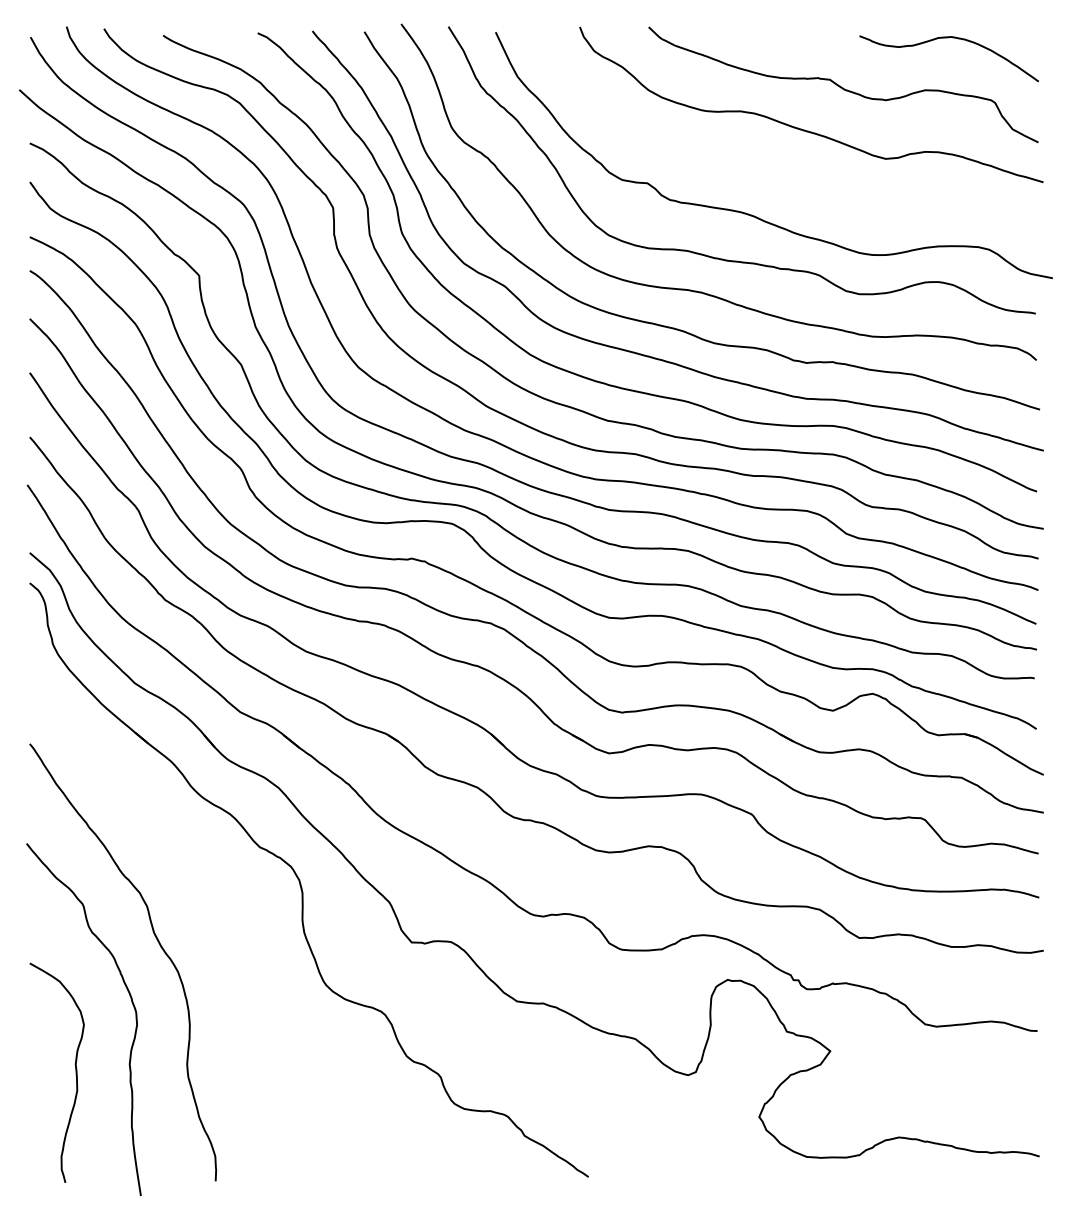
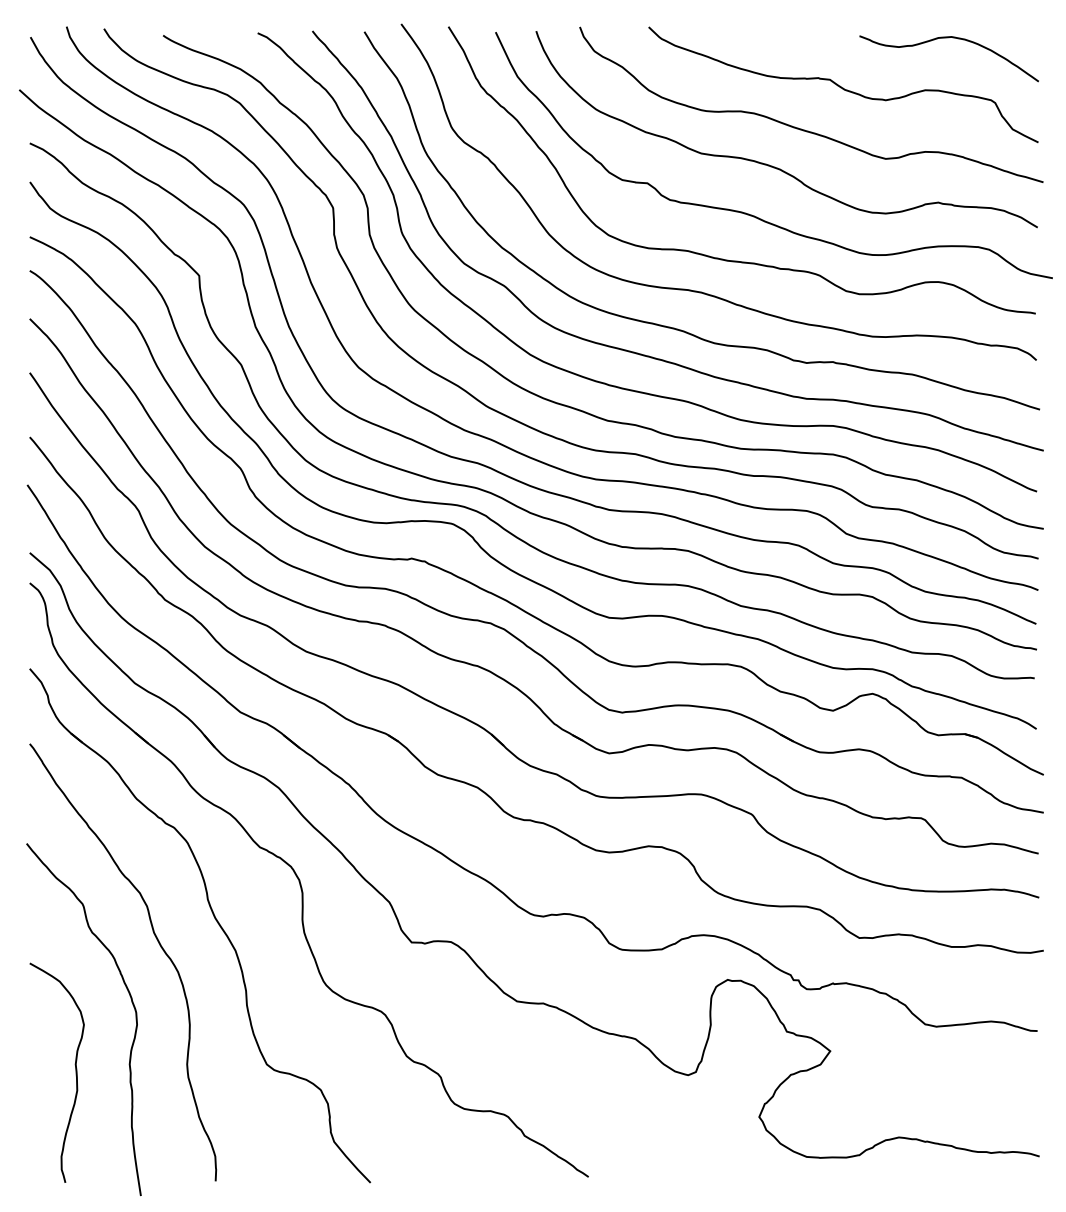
curve at (772, 165): none -> present
part at (214, 918): none -> present
